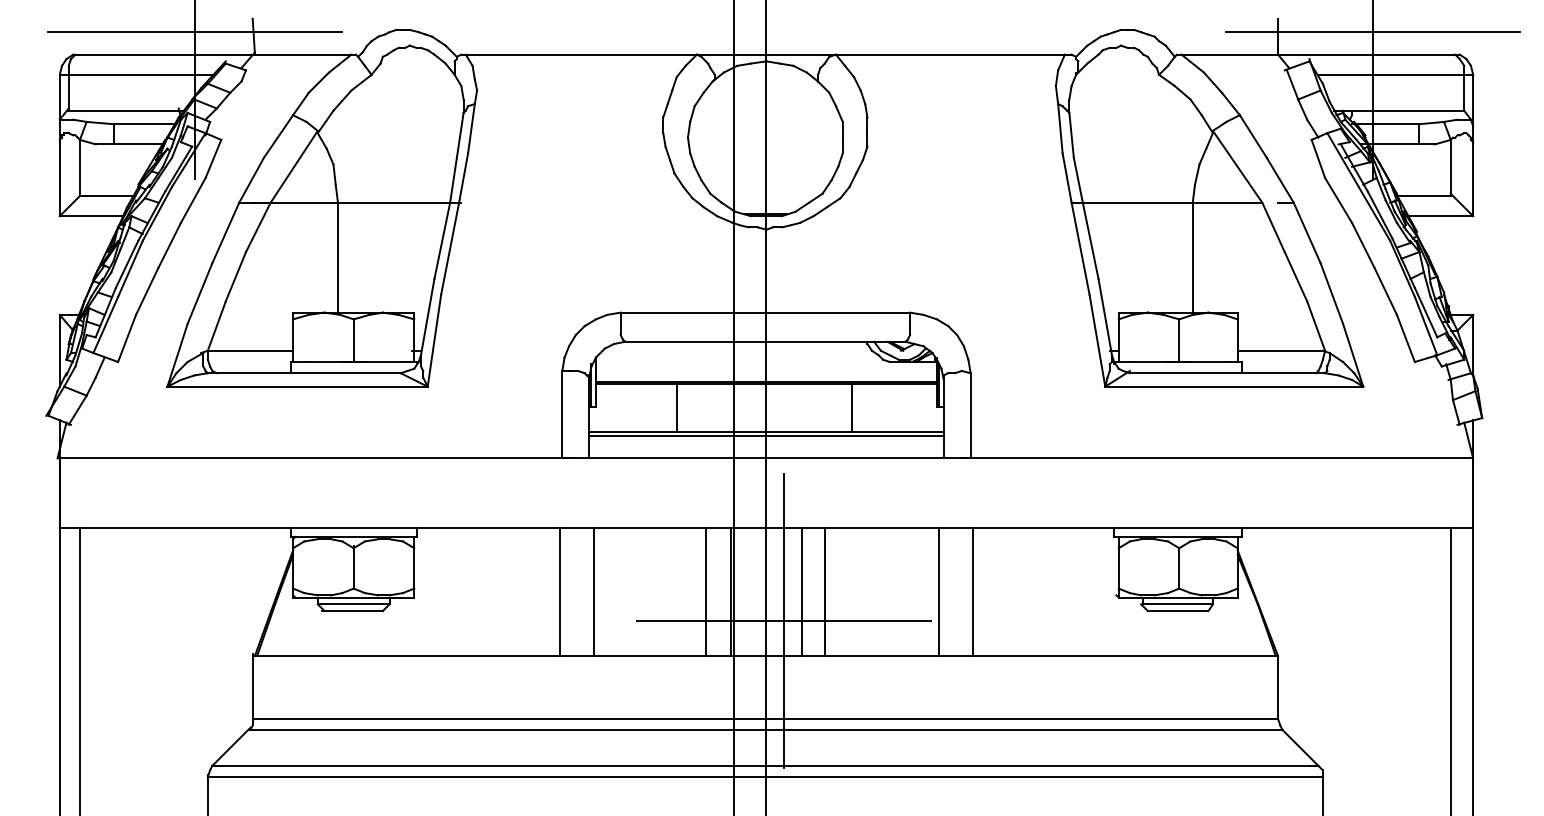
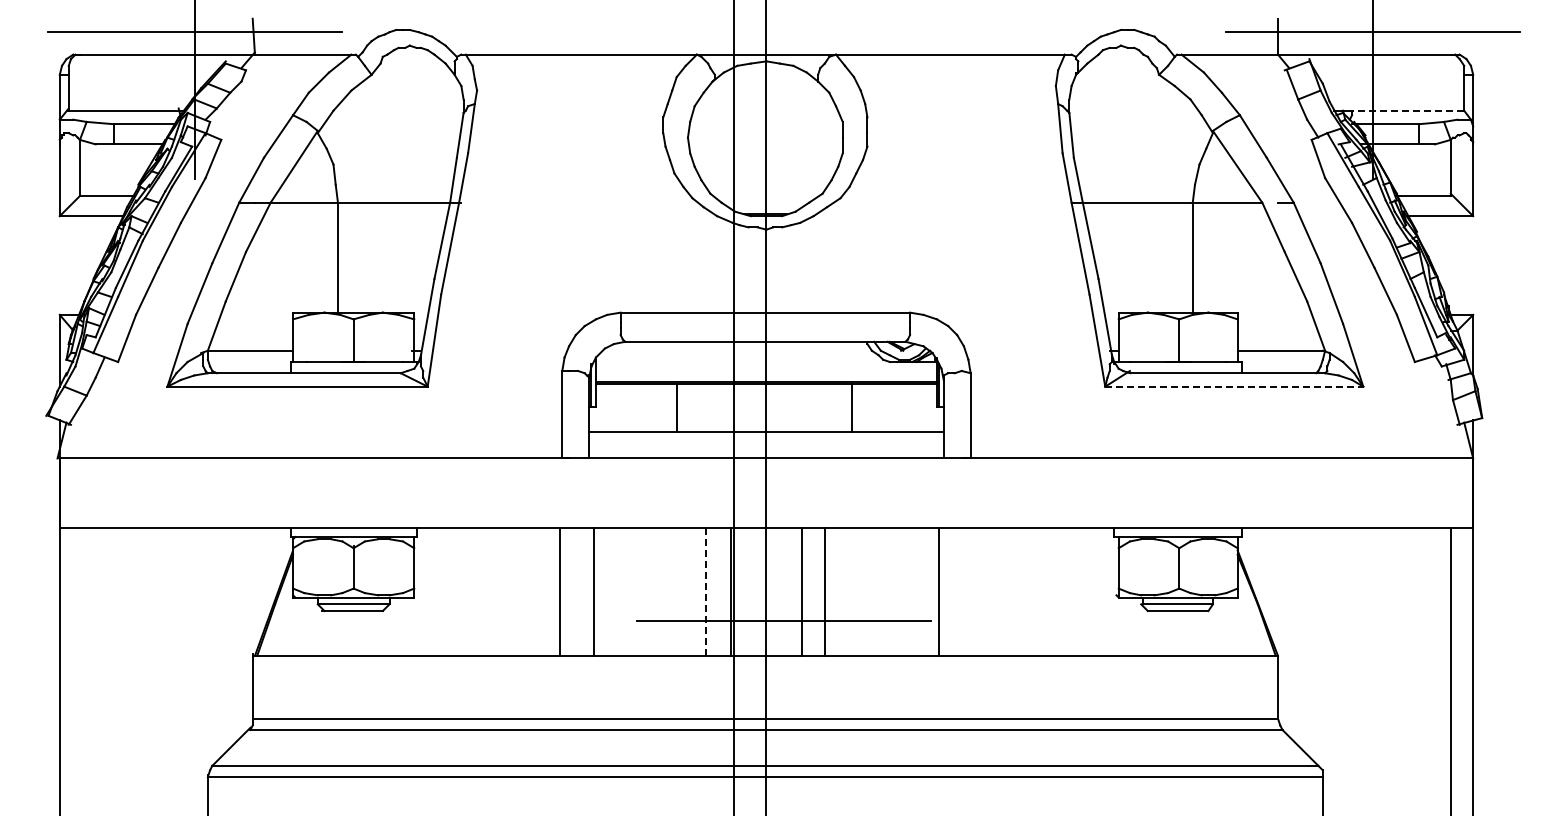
line at (140, 74): present -> none
line at (1391, 74): present -> none
line at (1407, 110): solid -> dashed
line at (1234, 386): solid -> dashed
line at (766, 436): present -> none
line at (705, 591): solid -> dashed
line at (972, 591): present -> none
line at (784, 620): present -> none
line at (79, 670): present -> none
